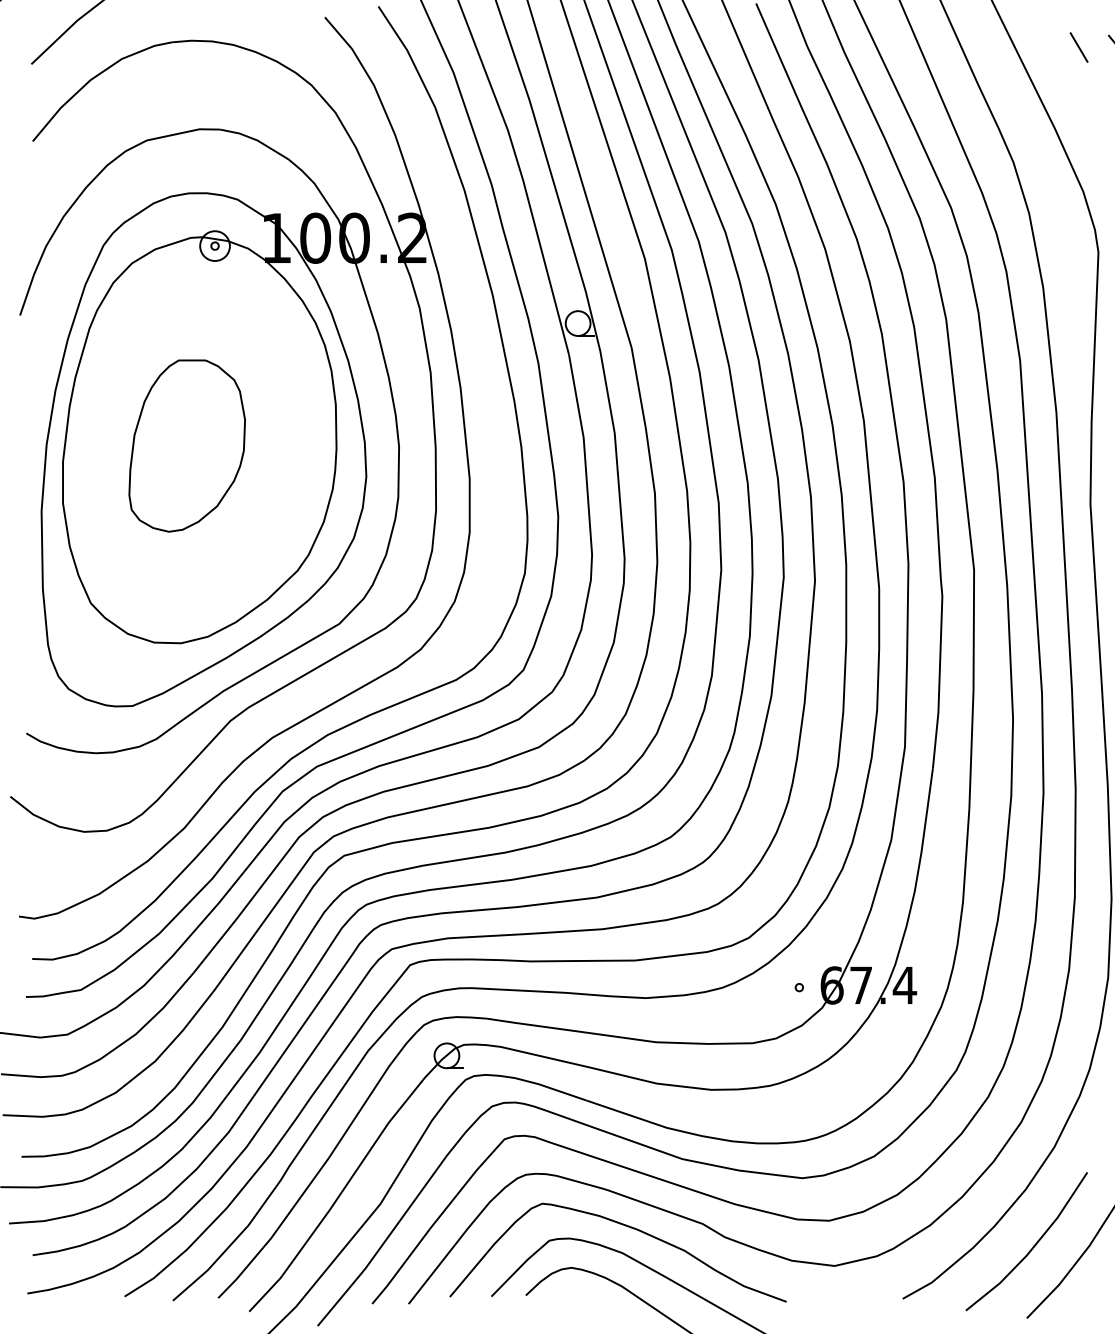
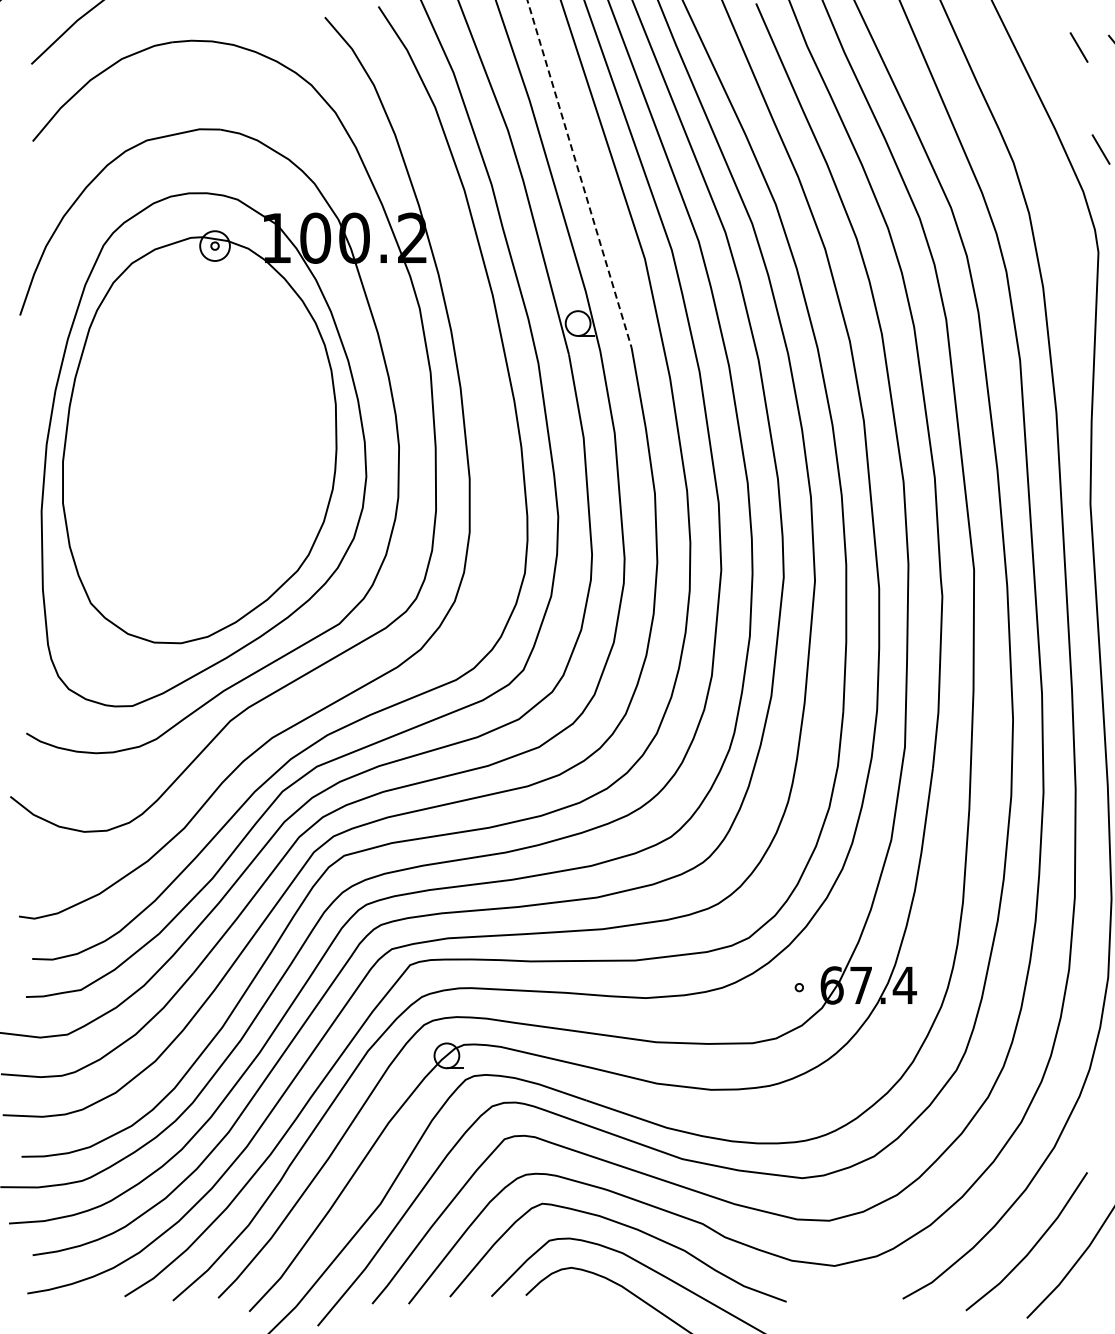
line at (1100, 149): none -> present
line at (579, 174): solid -> dashed
part at (186, 445): present -> none
